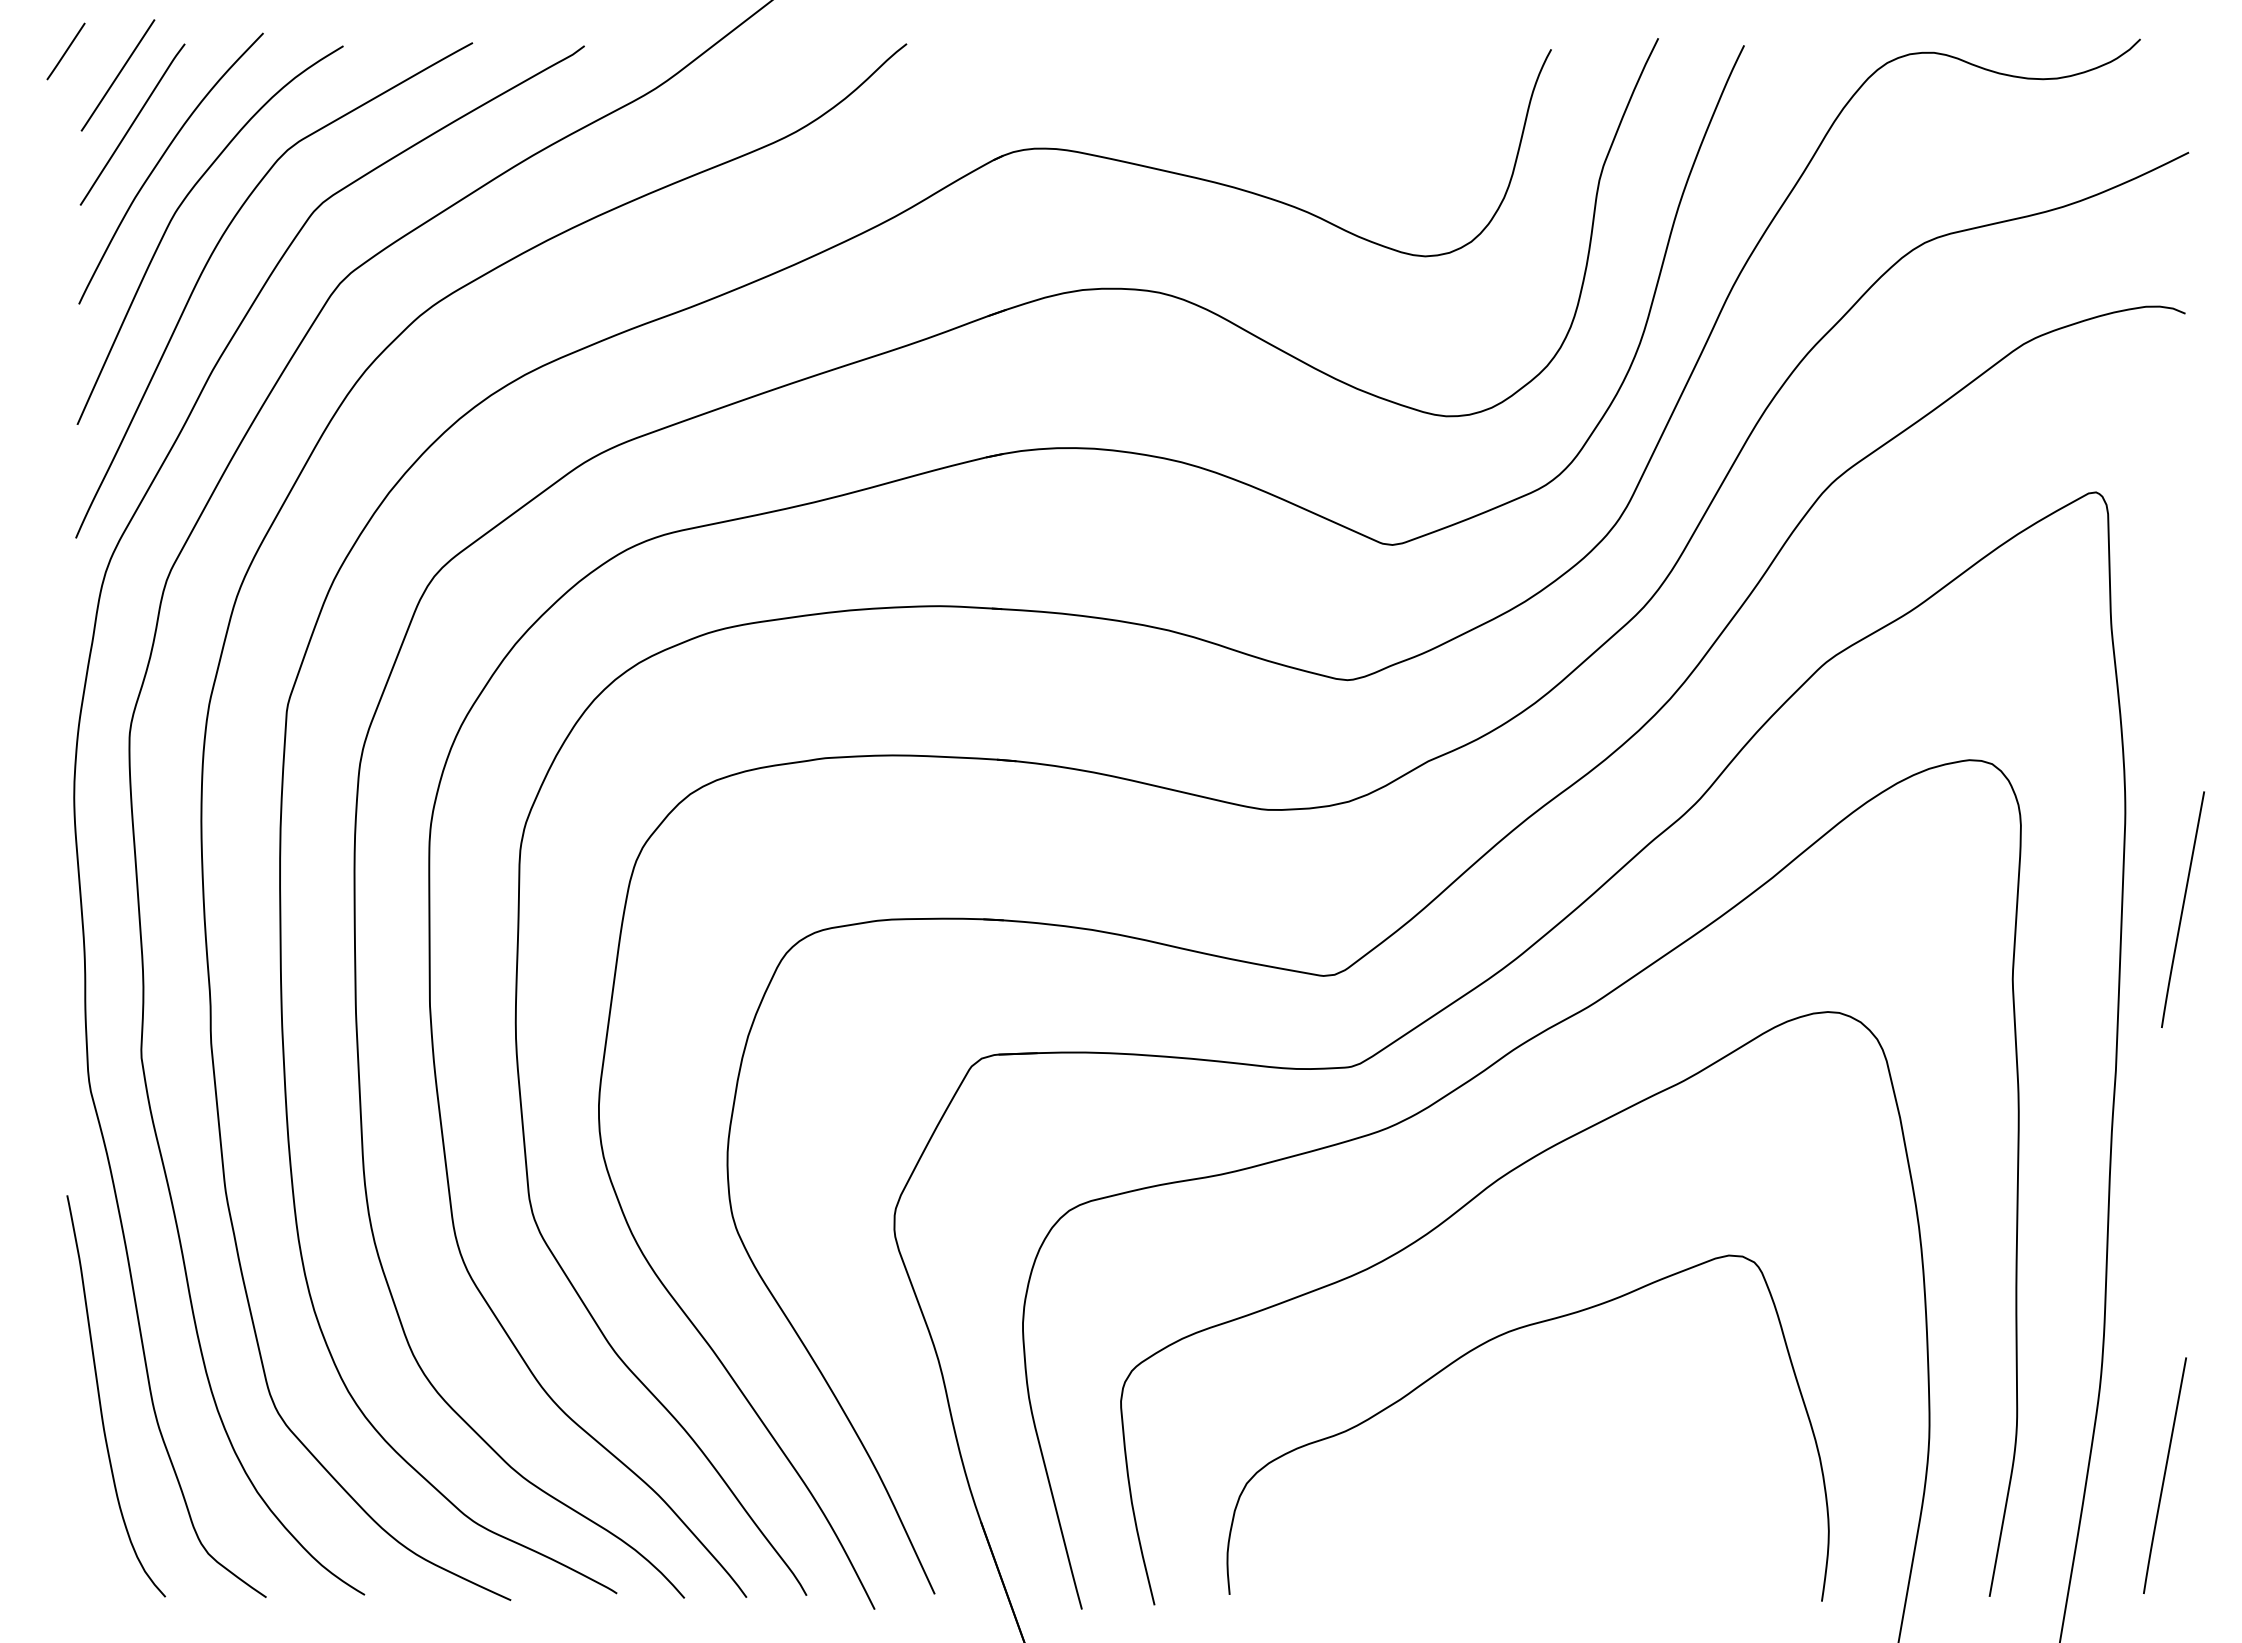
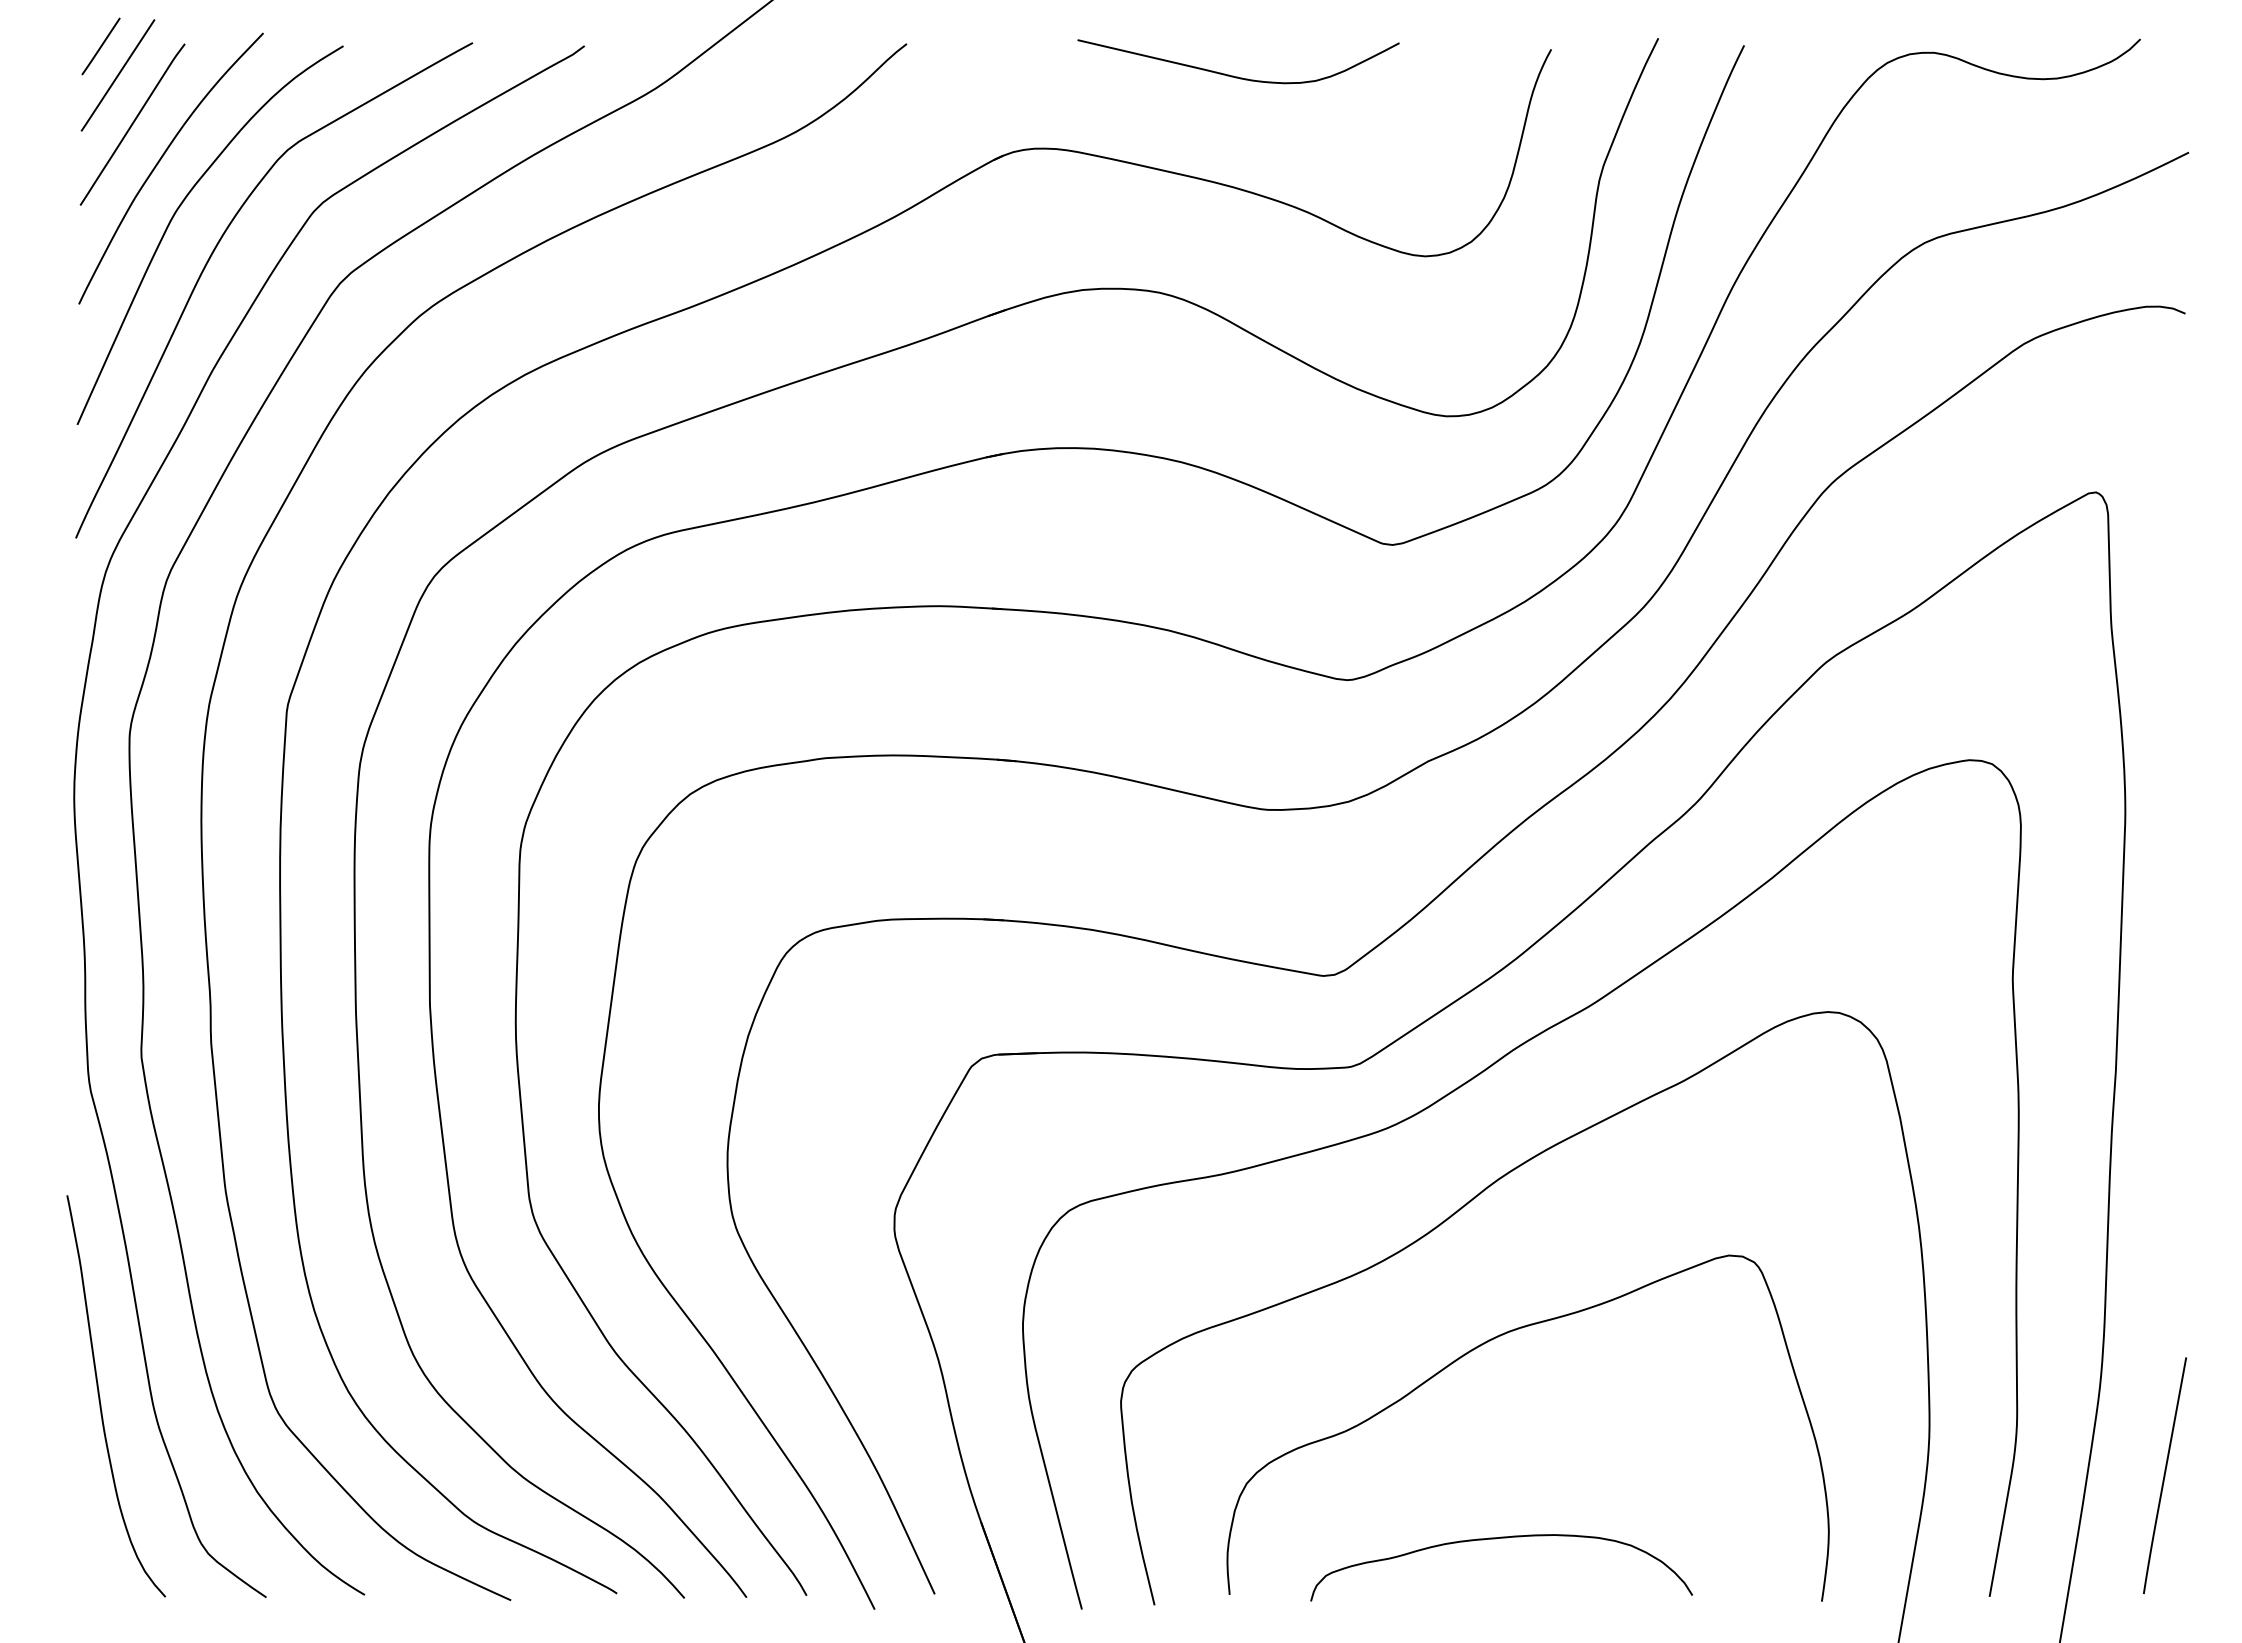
line at (65, 51) position: (65, 51) -> (100, 46)
curve at (1233, 75): none -> present
line at (2182, 909): present -> none
curve at (1495, 1539): none -> present
